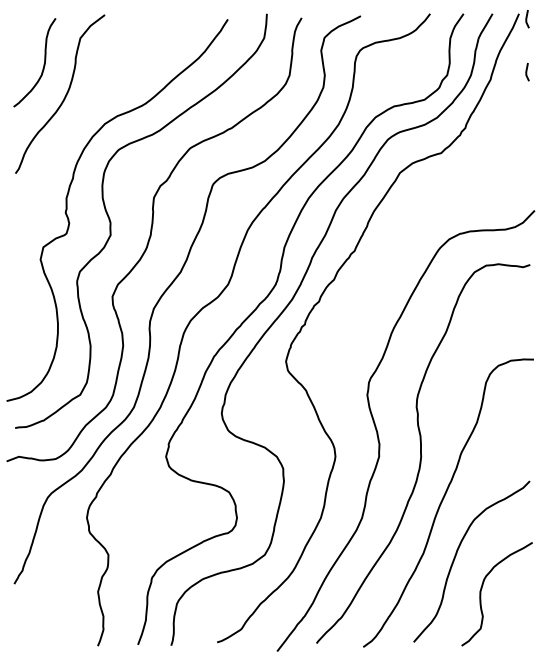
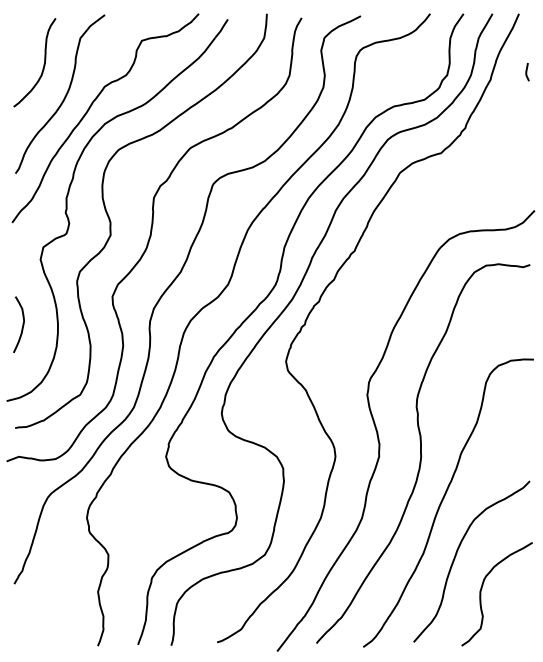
line at (527, 19): present -> none
curve at (89, 110): none -> present
curve at (22, 324): none -> present
